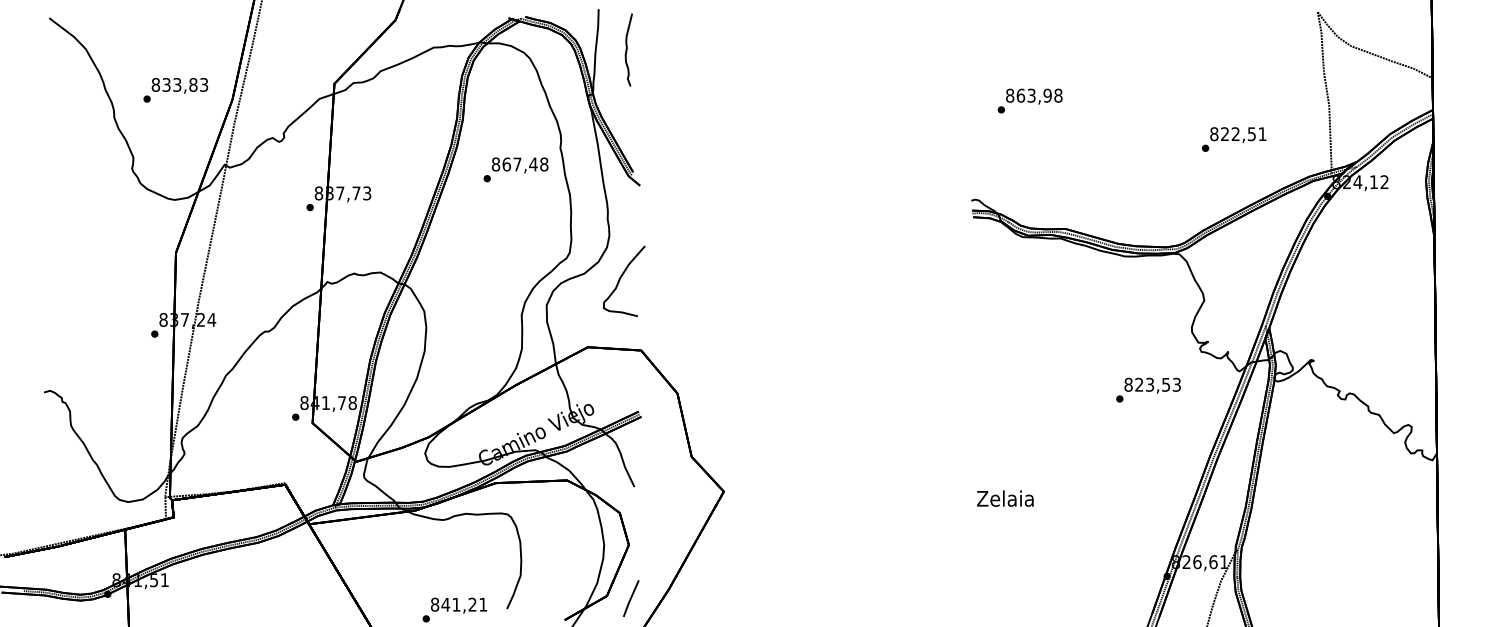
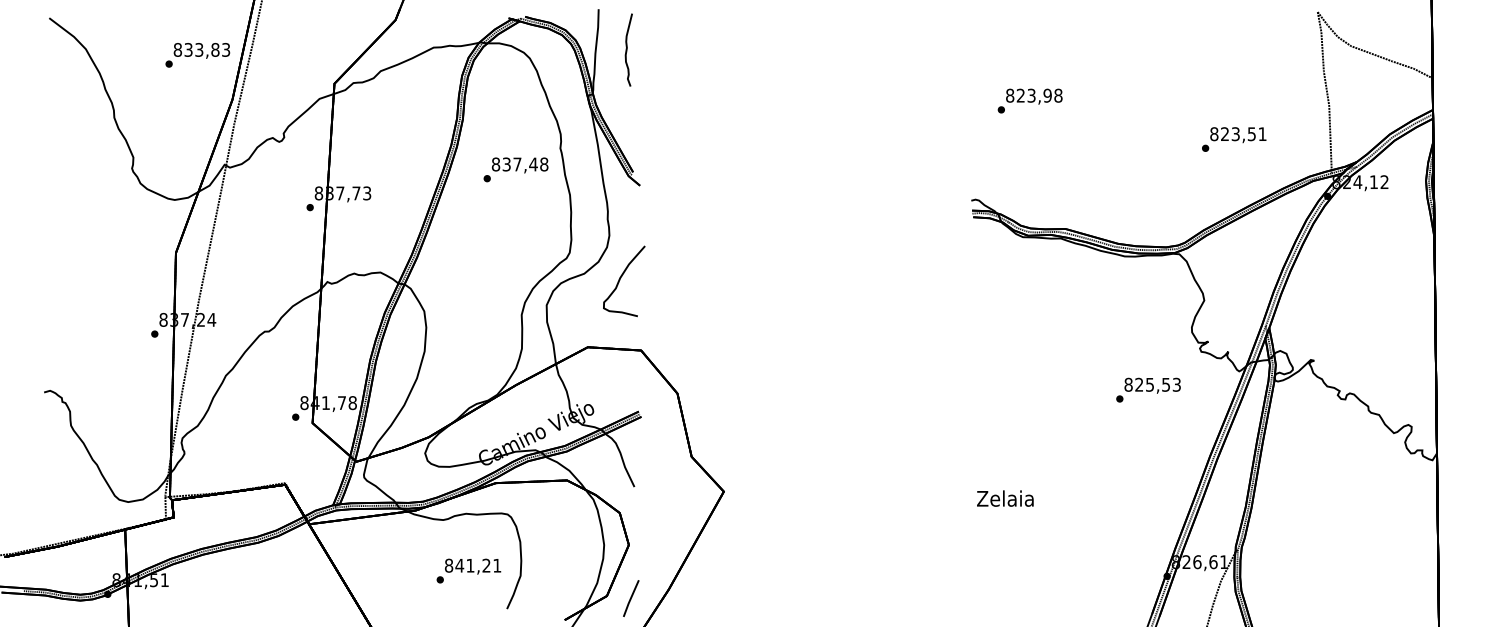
text at (175, 90) position: (175, 90) -> (197, 55)
text at (1020, 95): 863,98 -> 823,98
text at (1235, 134): 822,51 -> 823,51
text at (506, 164): 867,48 -> 837,48
text at (1149, 383): 823,53 -> 825,53
text at (454, 609) position: (454, 609) -> (468, 570)
